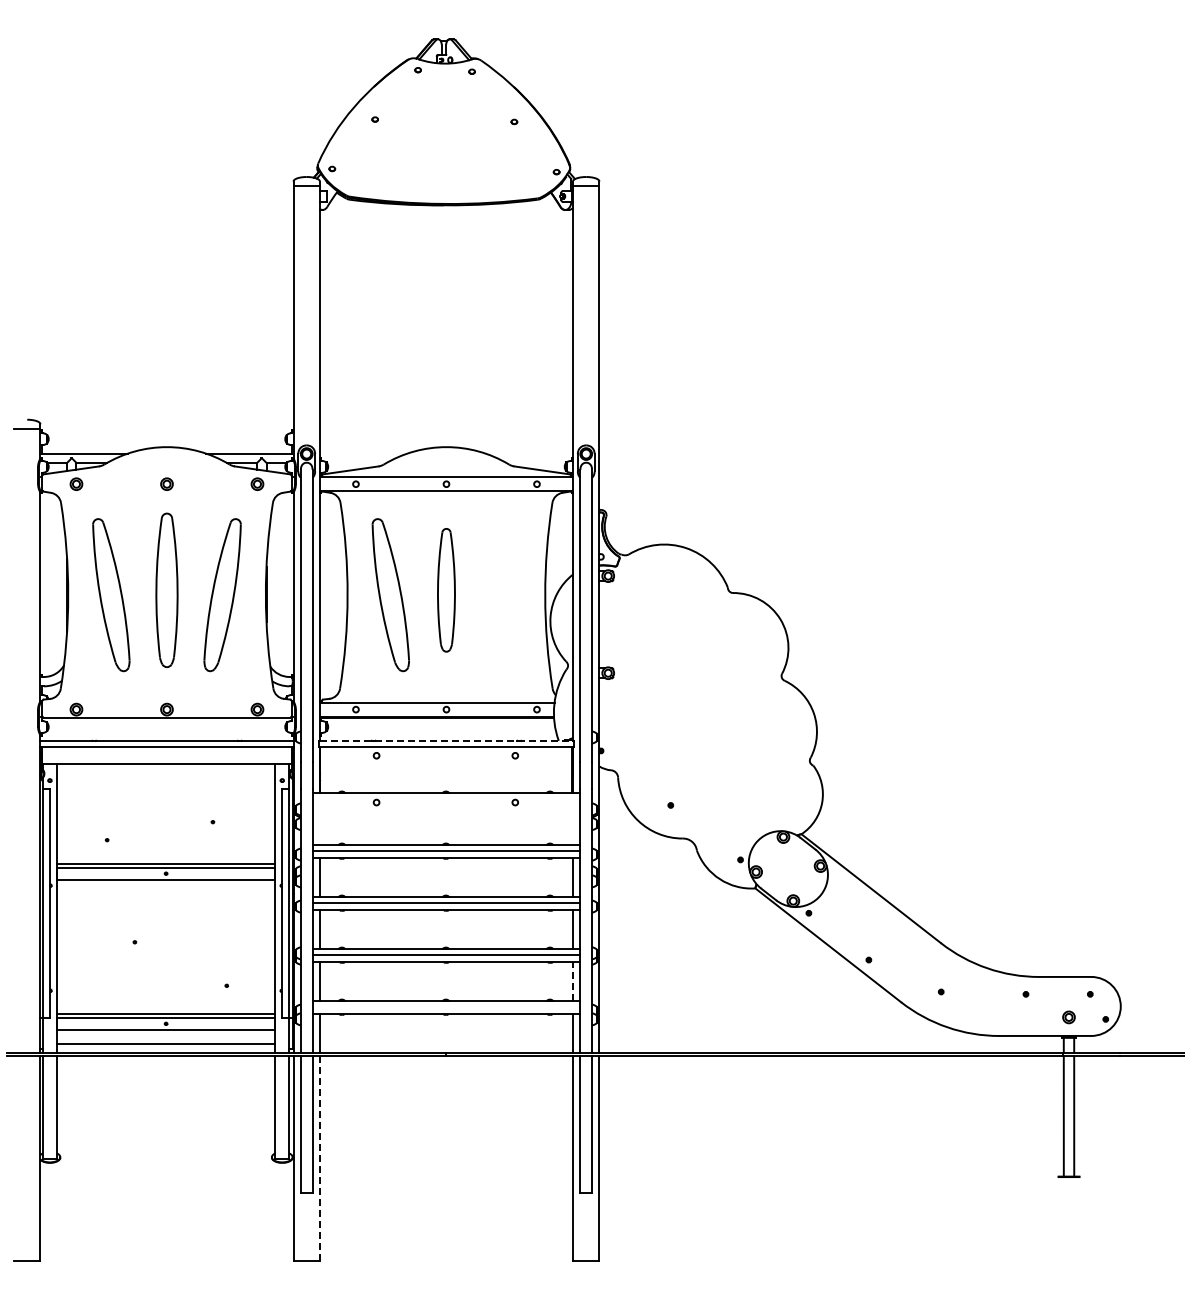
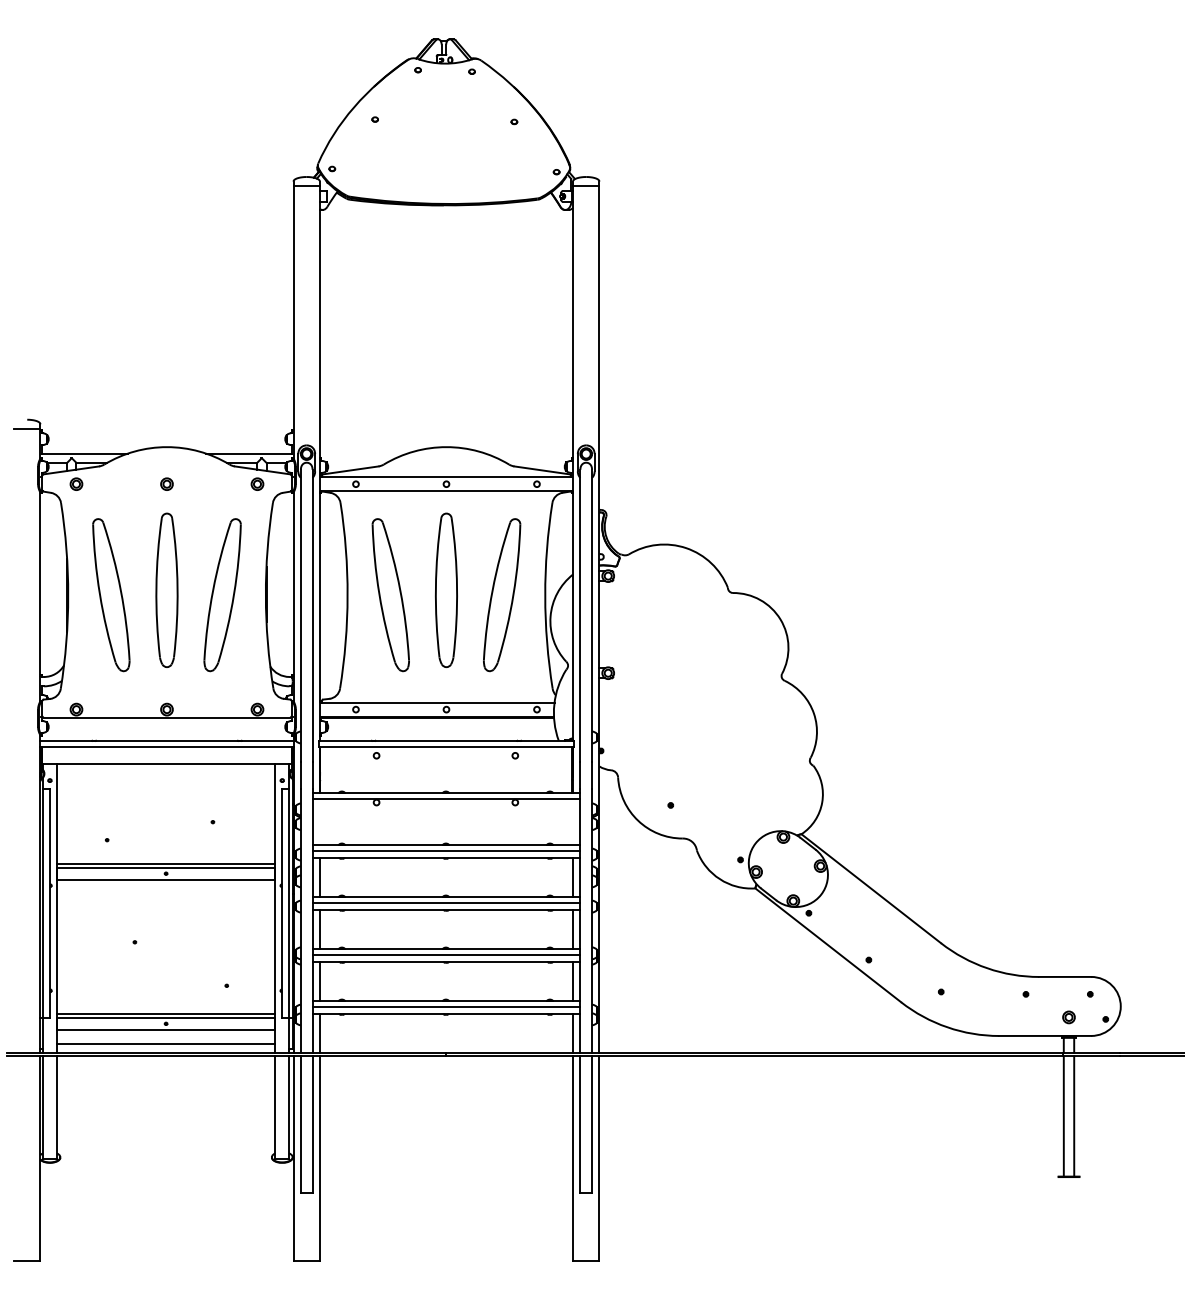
part at (446, 590) size: 19x125 px -> 23x156 px
part at (502, 595): none -> present
line at (446, 740): dashed -> solid
line at (446, 799): none -> present
line at (573, 981): dashed -> solid
line at (446, 1007): none -> present
line at (319, 1158): dashed -> solid
